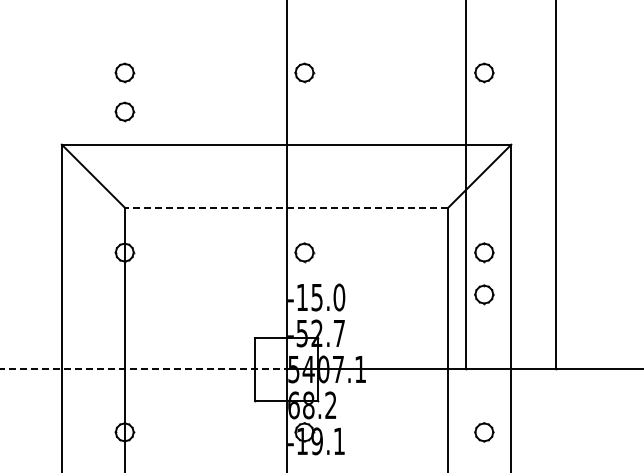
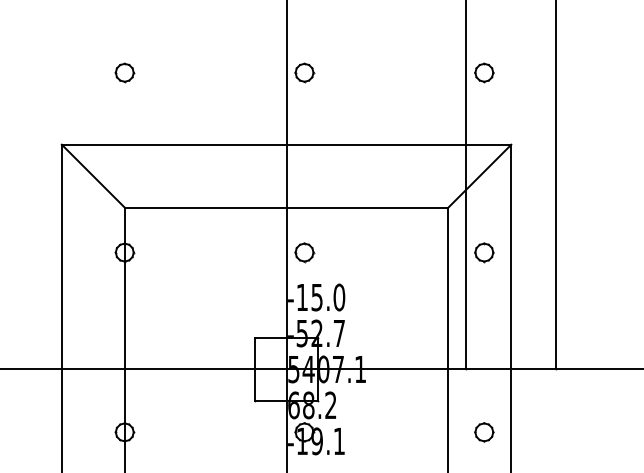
part at (124, 111): present -> none
line at (286, 207): dashed -> solid
part at (484, 294): present -> none
line at (143, 369): dashed -> solid
